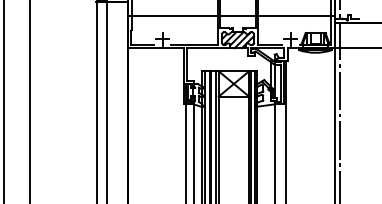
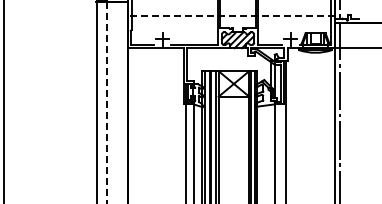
line at (230, 16): solid -> dashed
line at (29, 101): present -> none
line at (106, 103): solid -> dashed
